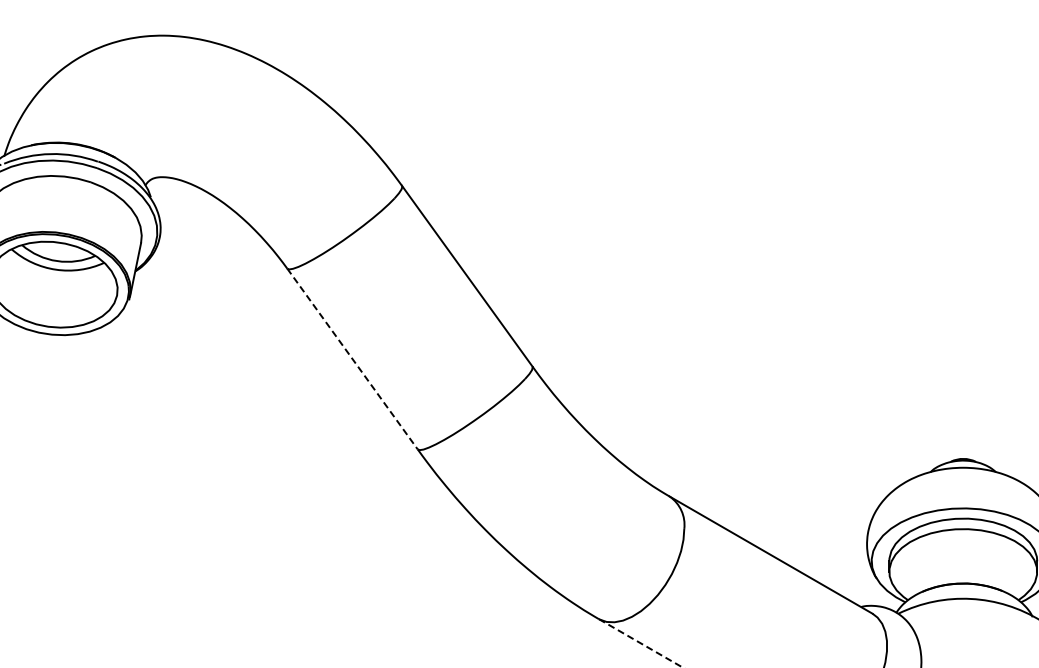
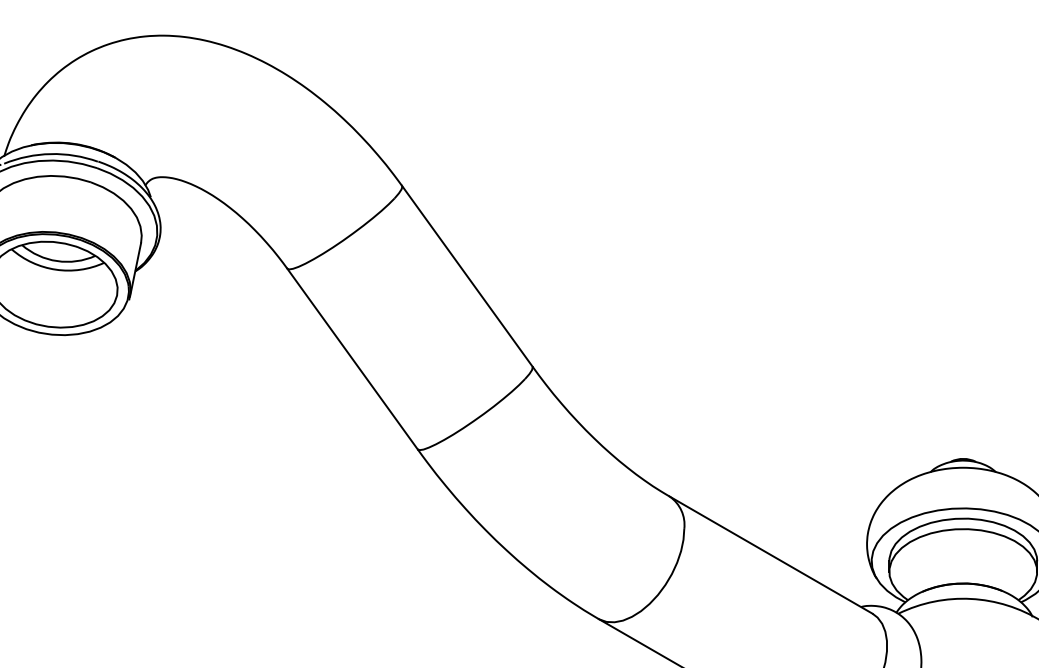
line at (352, 359): dashed -> solid
line at (641, 643): dashed -> solid
